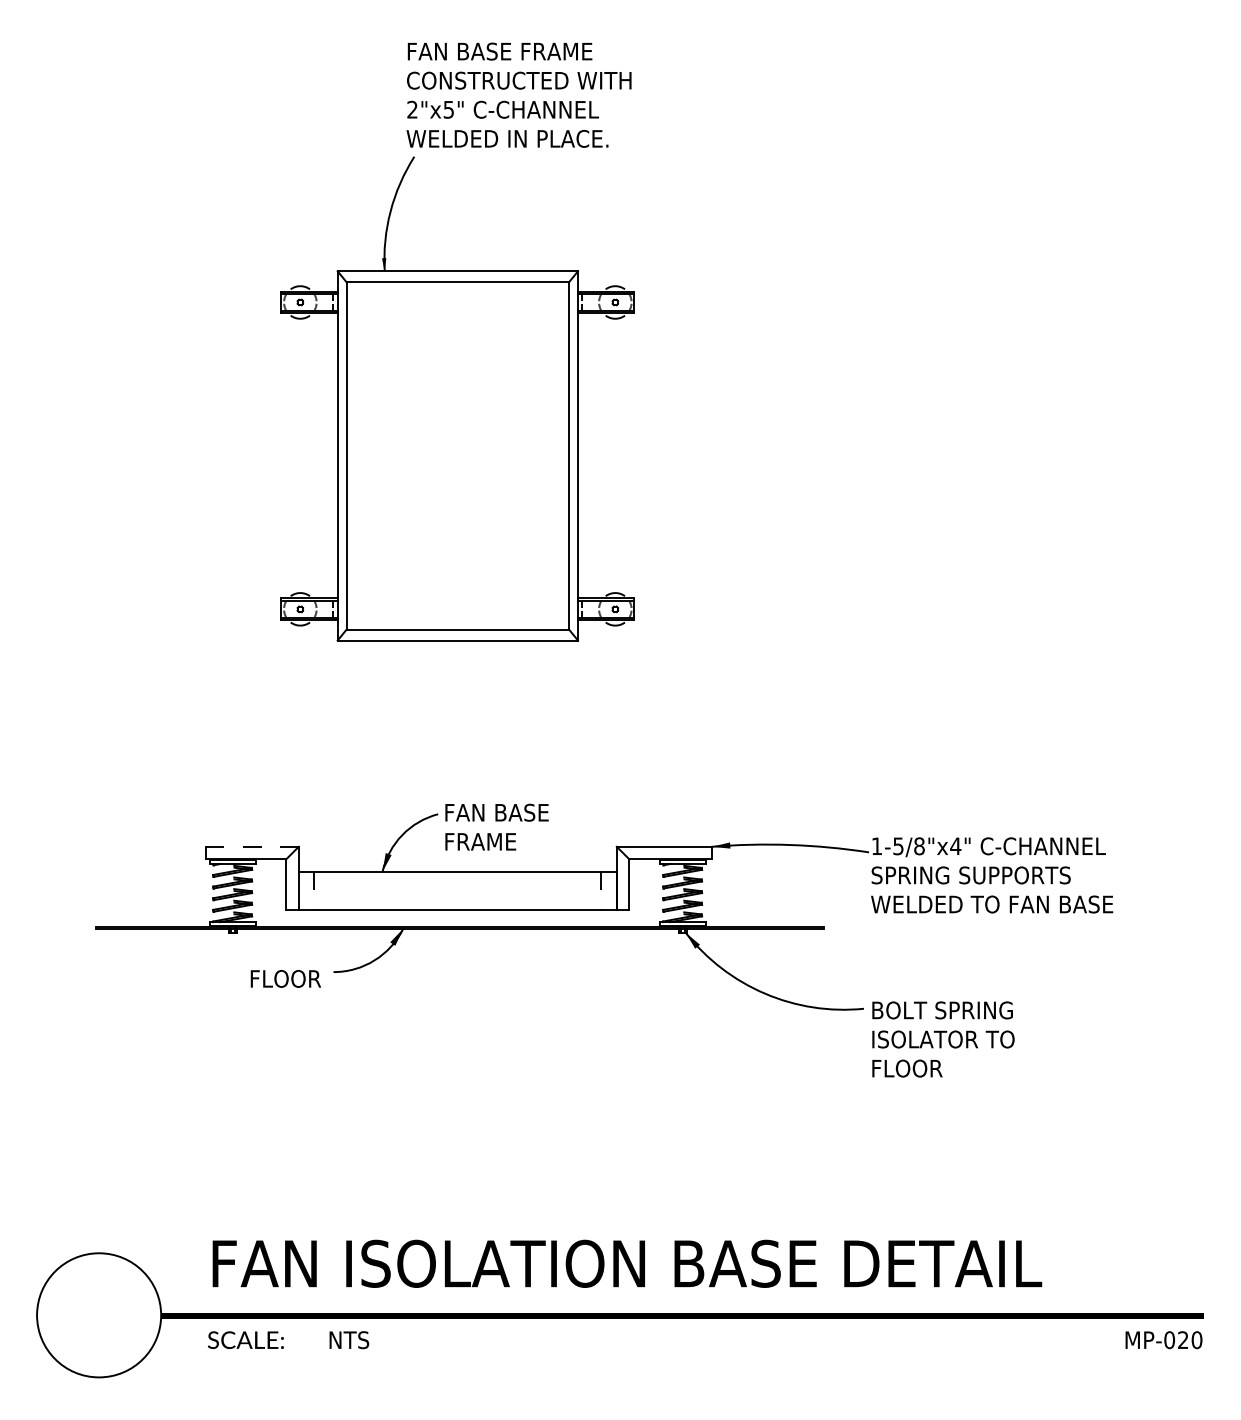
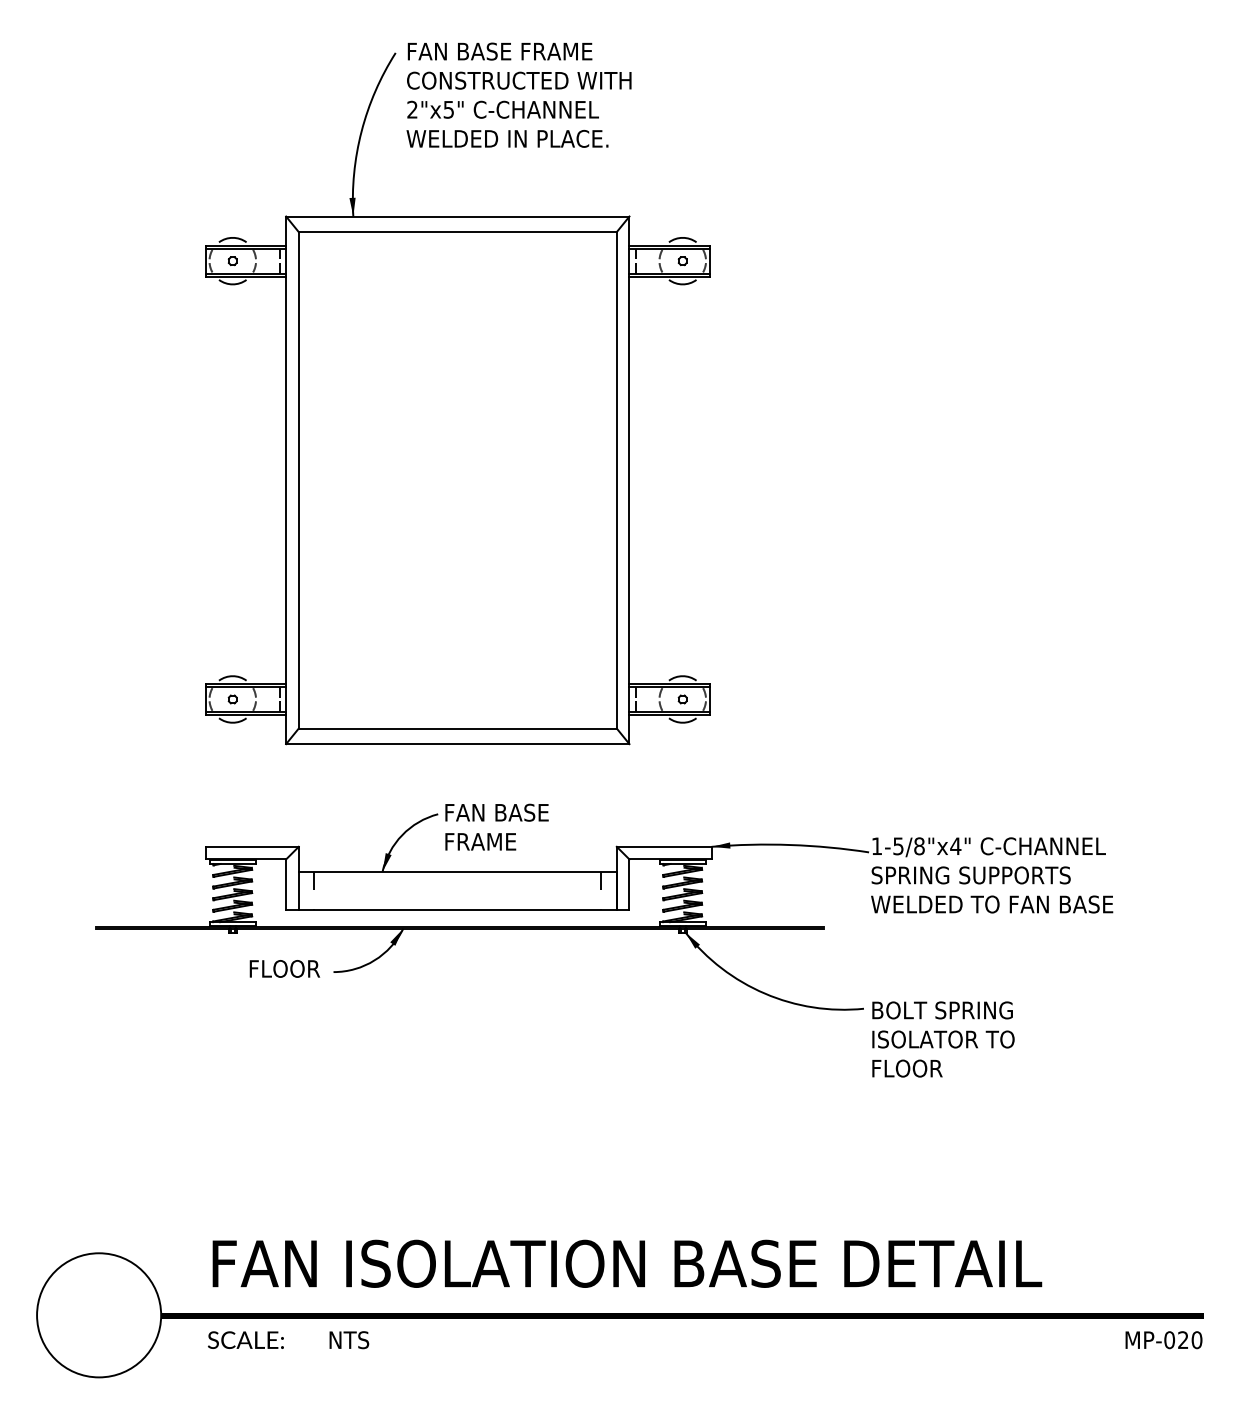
part at (457, 398) size: 355x486 px -> 506x694 px
line at (252, 846): dashed -> solid
text at (285, 978) position: (285, 978) -> (284, 968)
